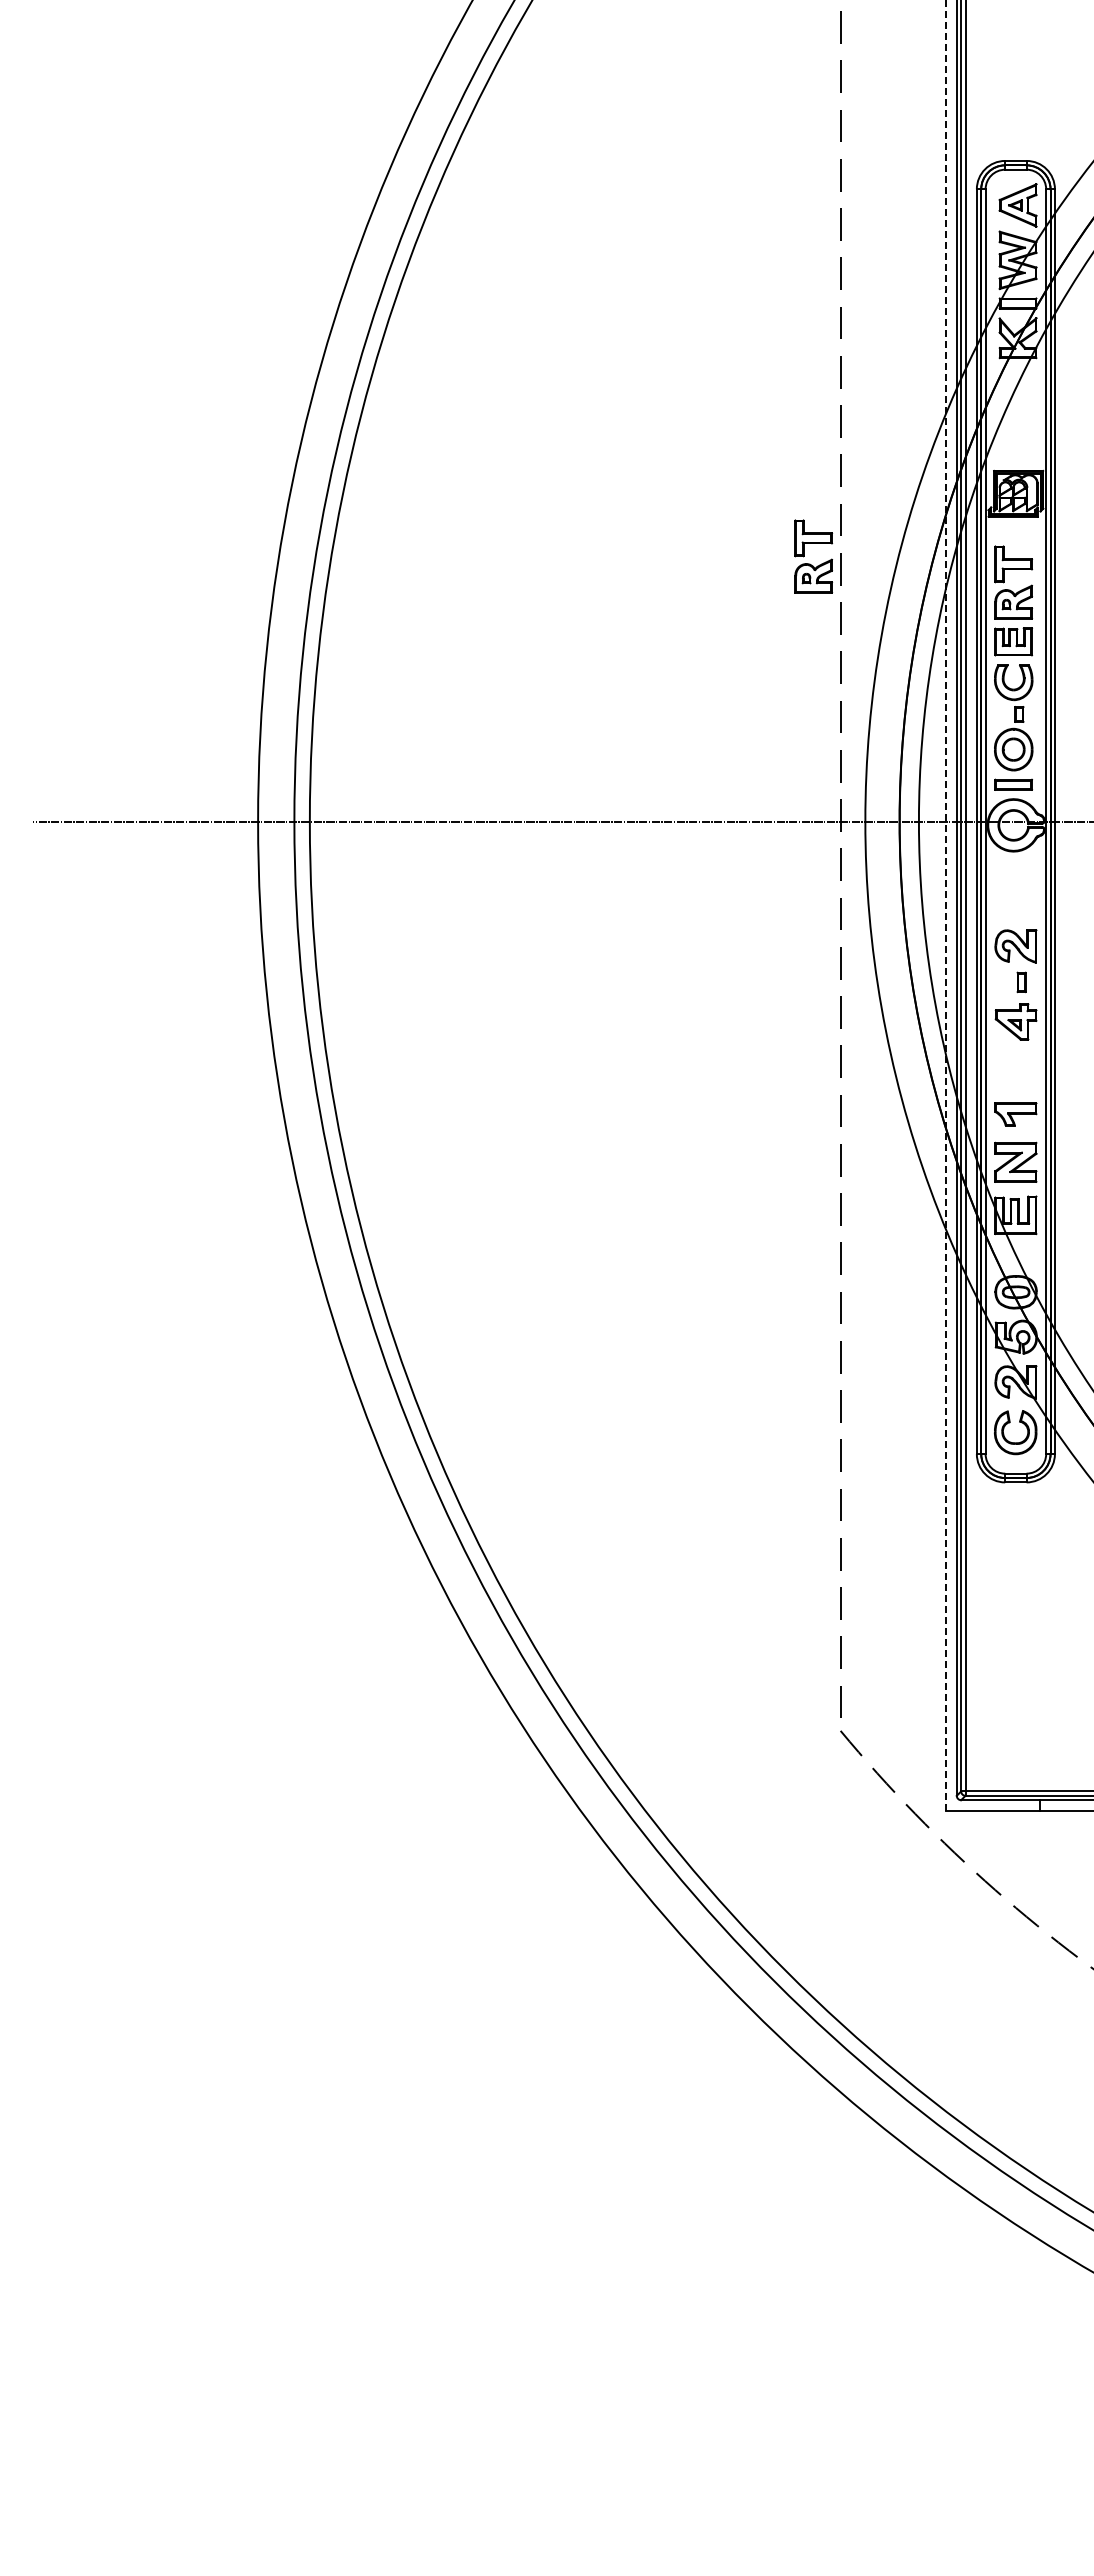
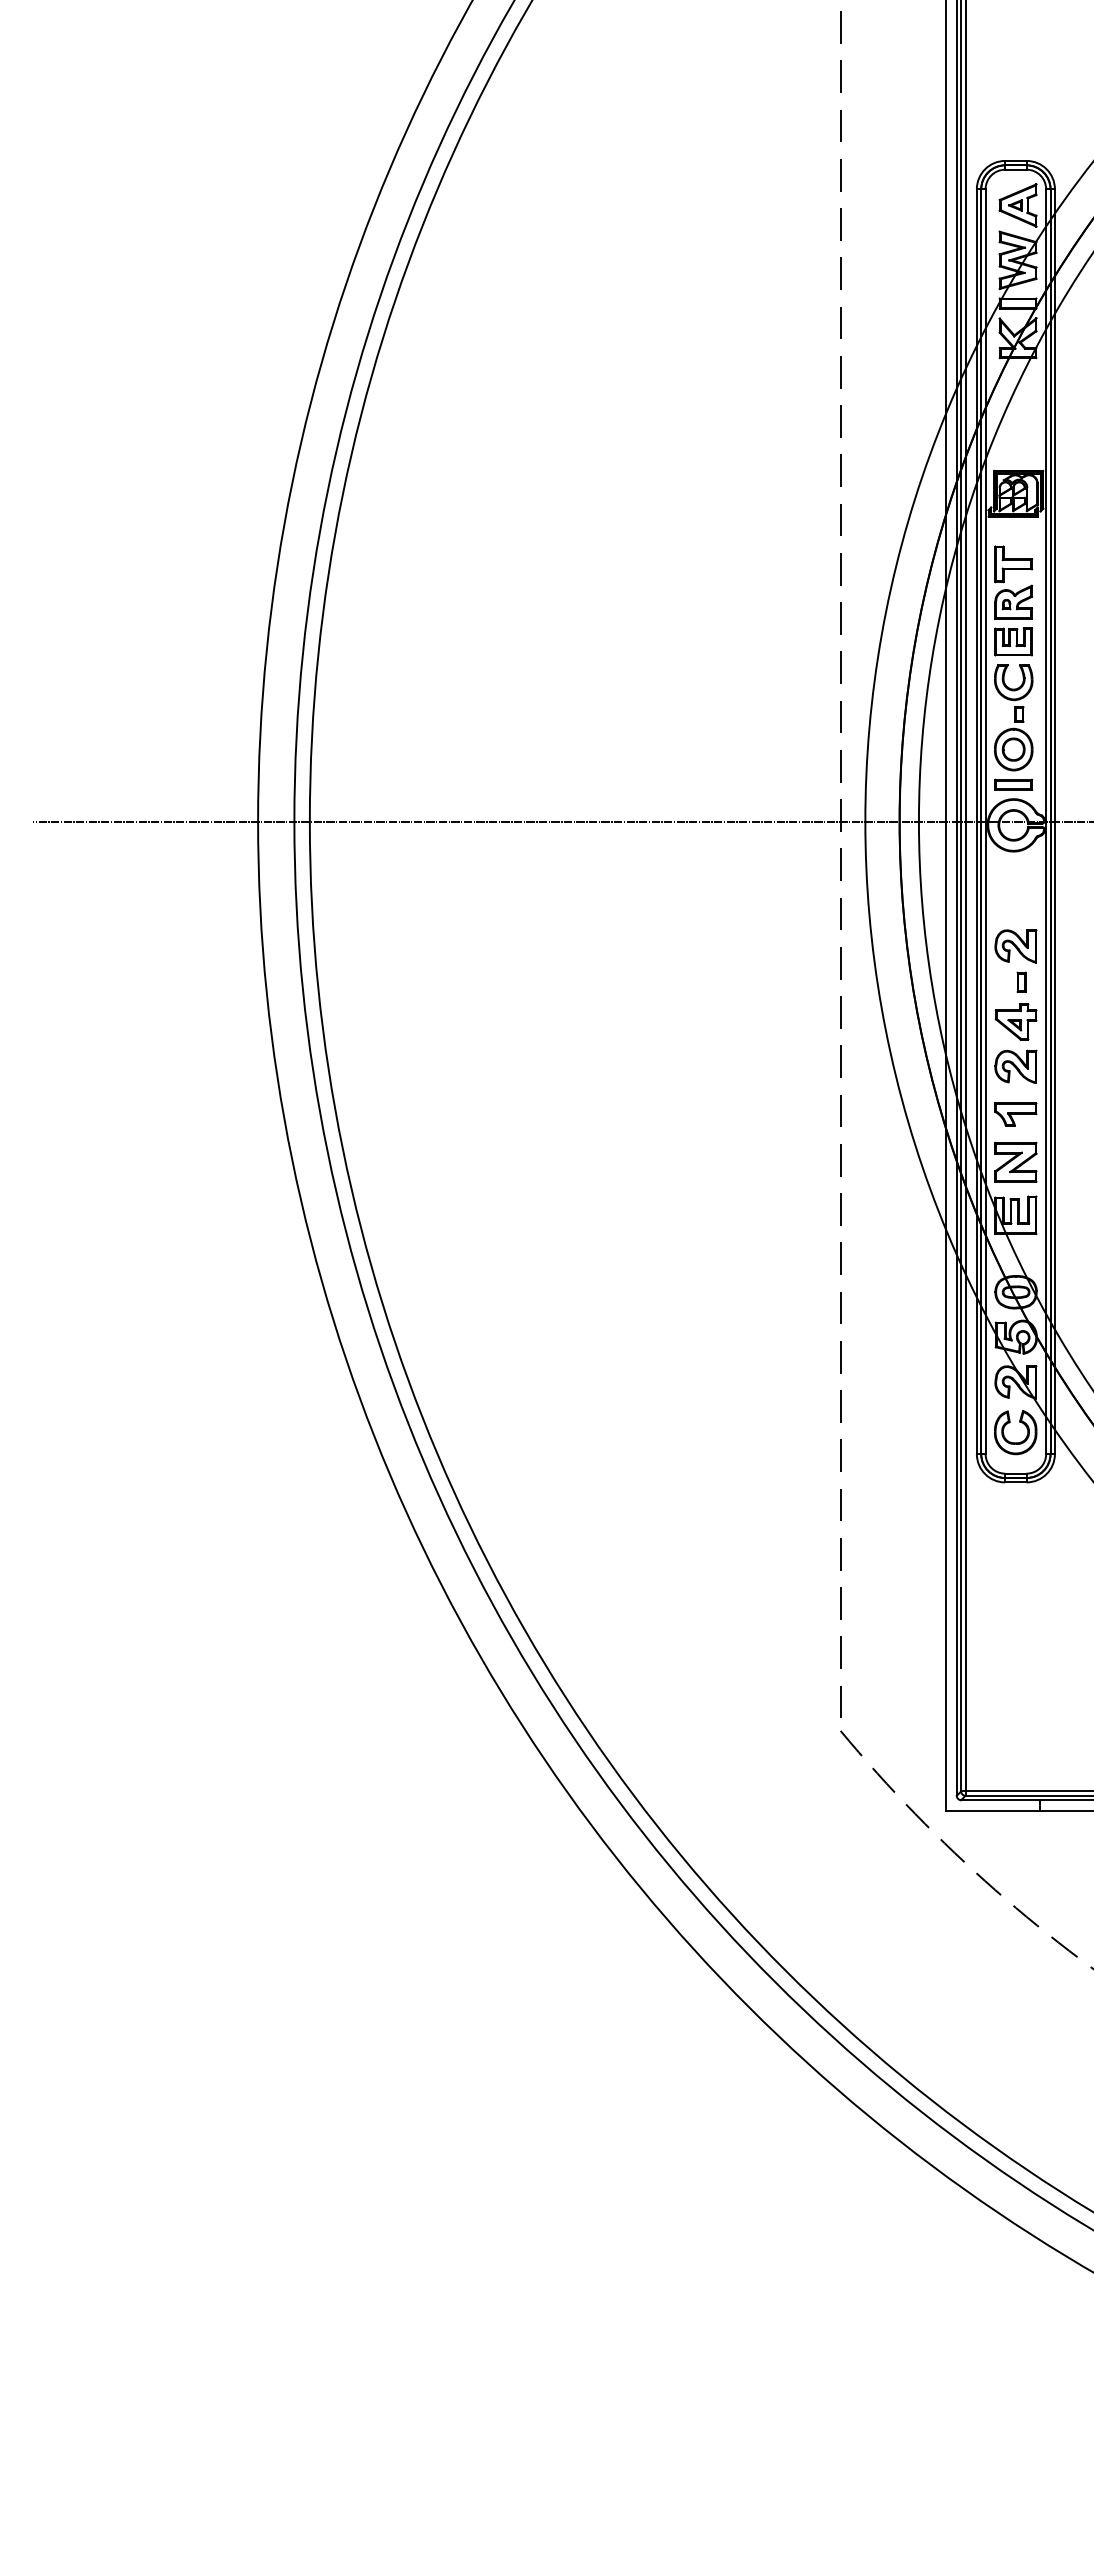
part at (810, 563): present -> none
line at (945, 905): dashed -> solid
part at (1015, 1066): none -> present
